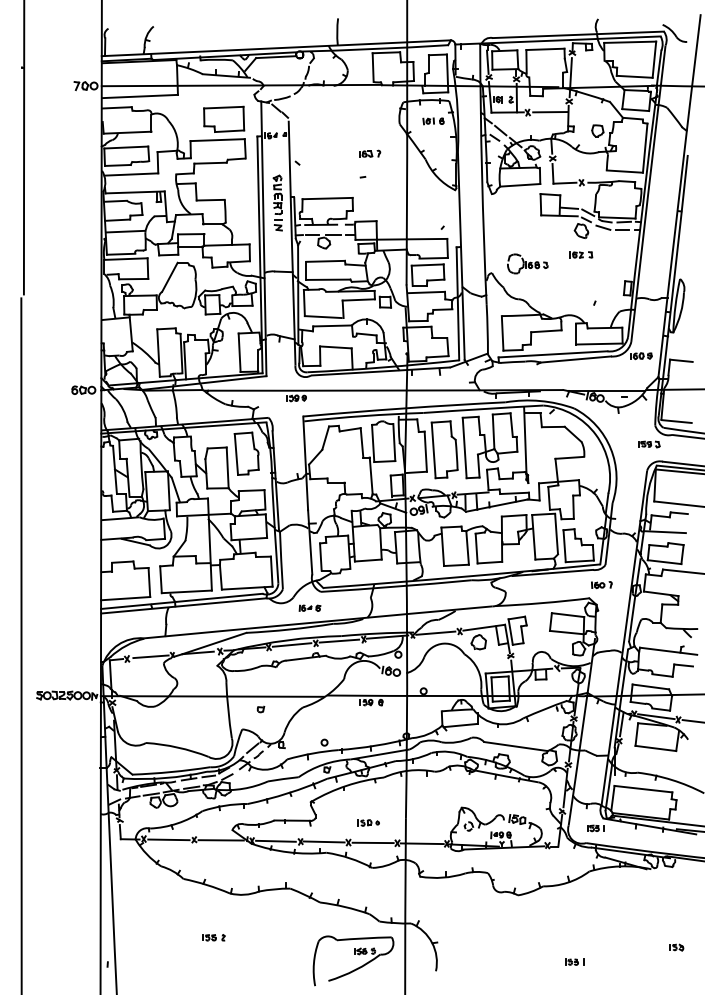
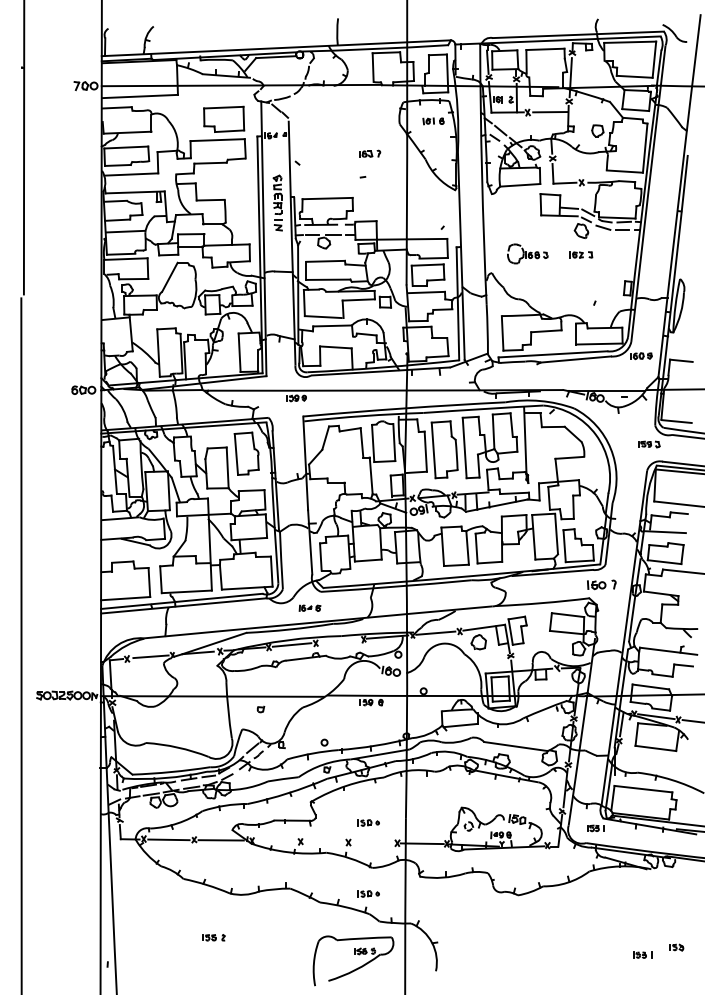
part at (527, 263) position: (527, 263) -> (527, 253)
part at (601, 585) size: 22x9 px -> 30x12 px
line at (339, 640): present -> none
line at (275, 840): present -> none
line at (323, 841): present -> none
line at (372, 842): present -> none
part at (368, 893): none -> present
part at (574, 961) position: (574, 961) -> (642, 954)
